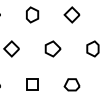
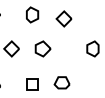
part at (71, 14) position: (71, 14) -> (63, 18)
part at (52, 48) position: (52, 48) -> (42, 48)
part at (71, 84) position: (71, 84) -> (61, 82)
